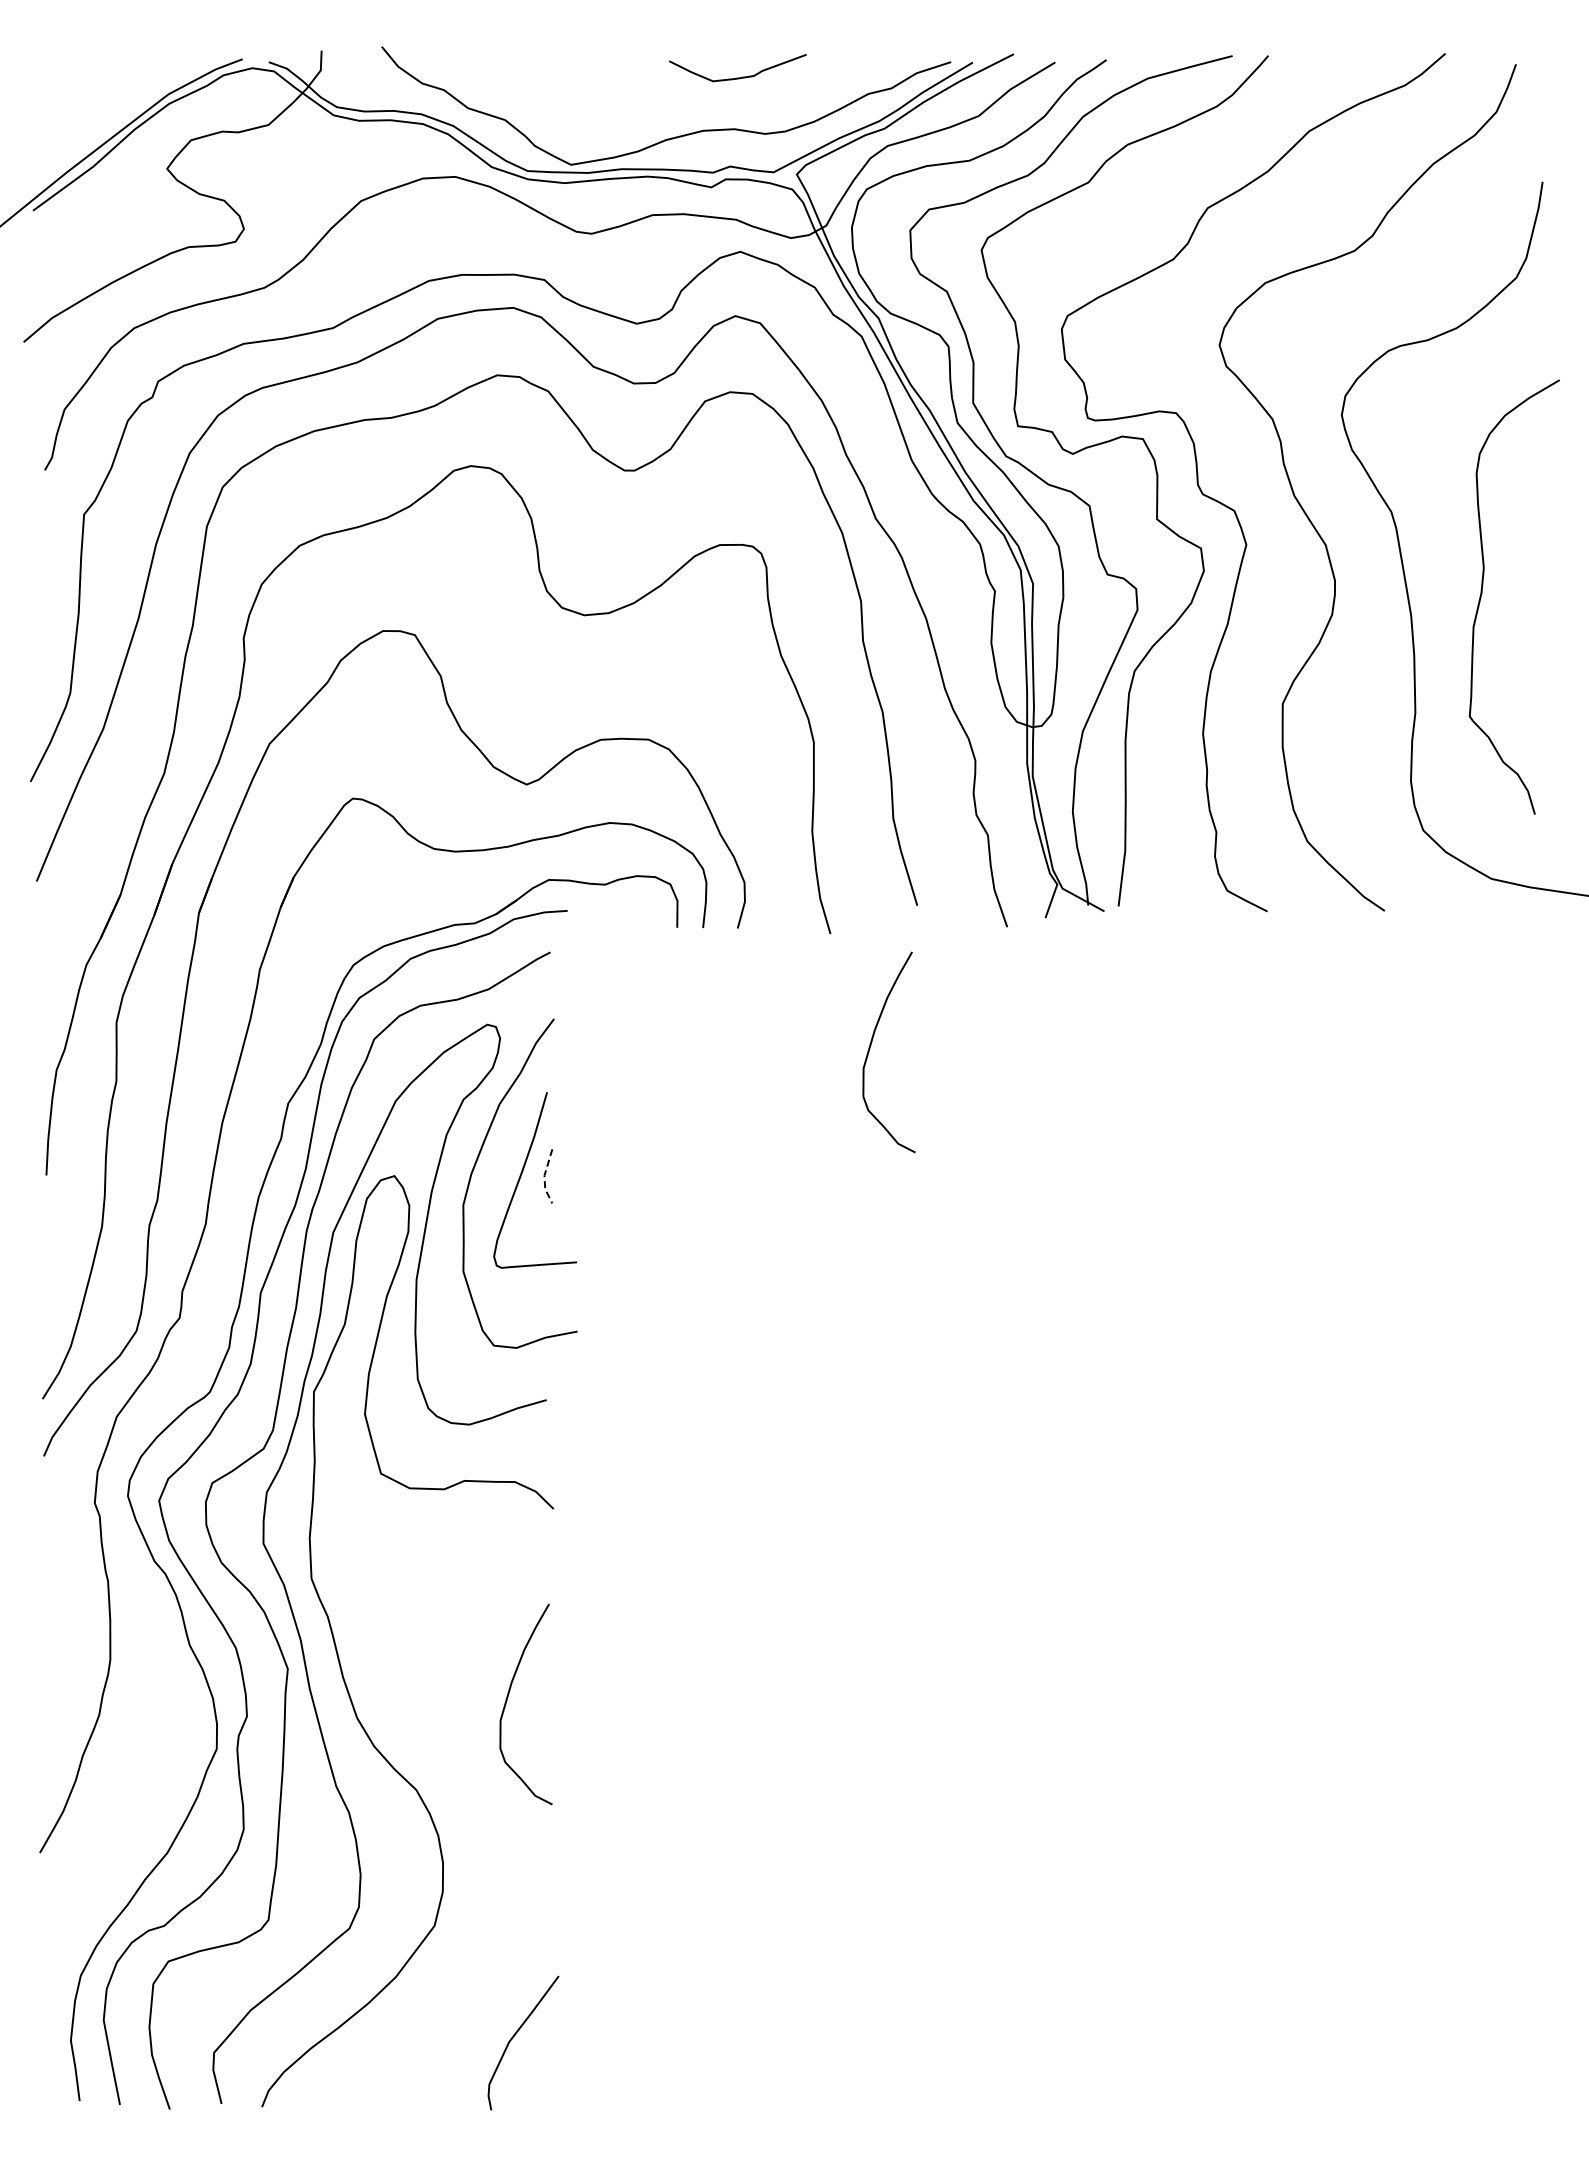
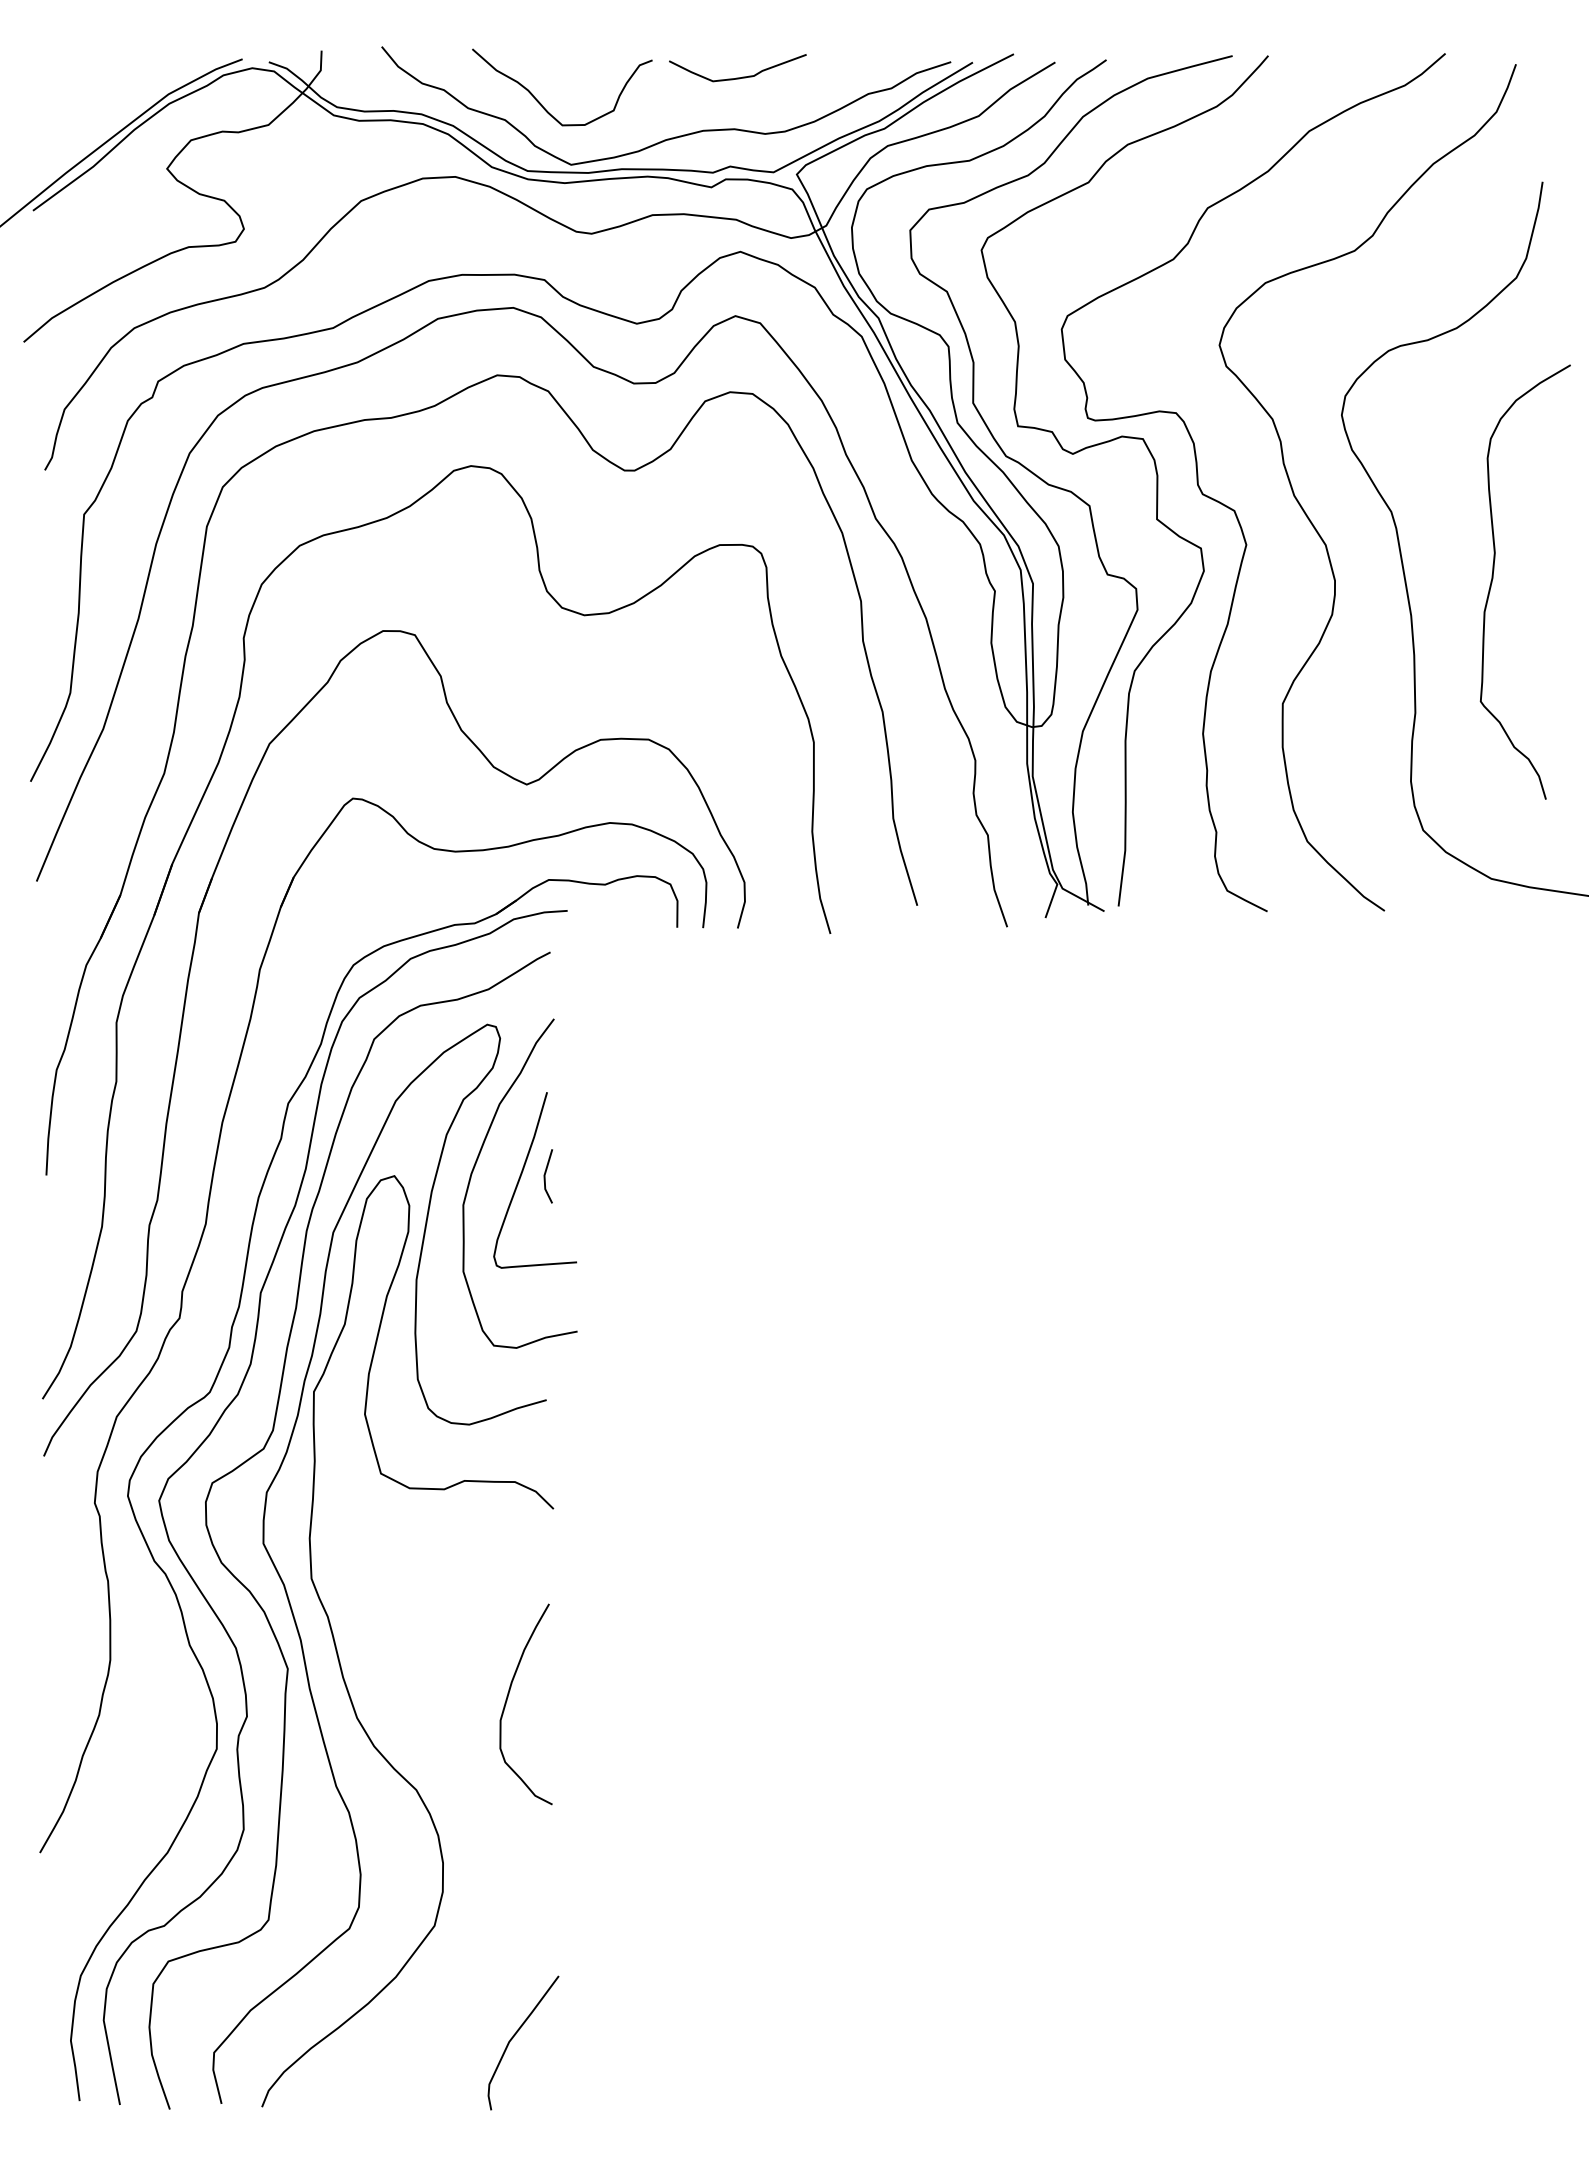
curve at (542, 104): none -> present
curve at (1482, 594) position: (1482, 594) -> (1493, 579)
curve at (870, 1049): present -> none
line at (544, 1176): dashed -> solid
